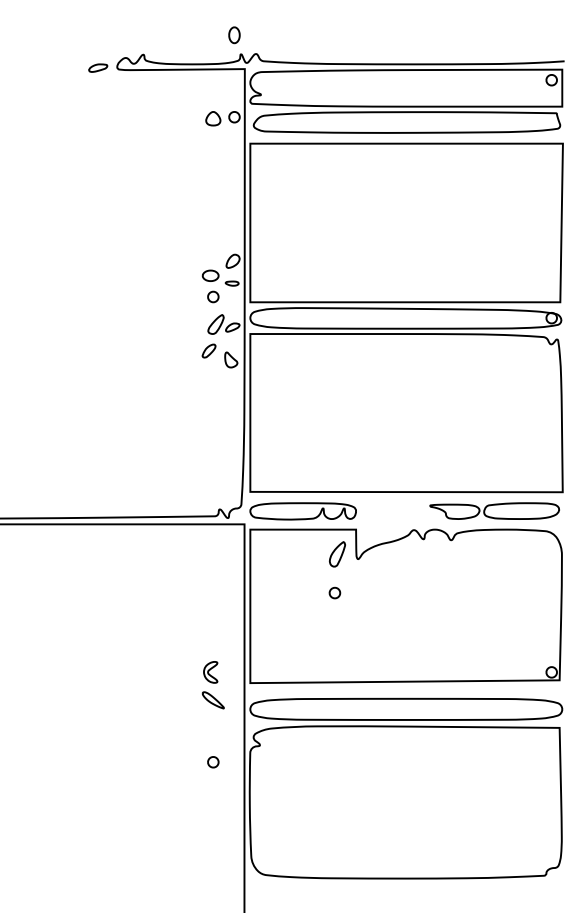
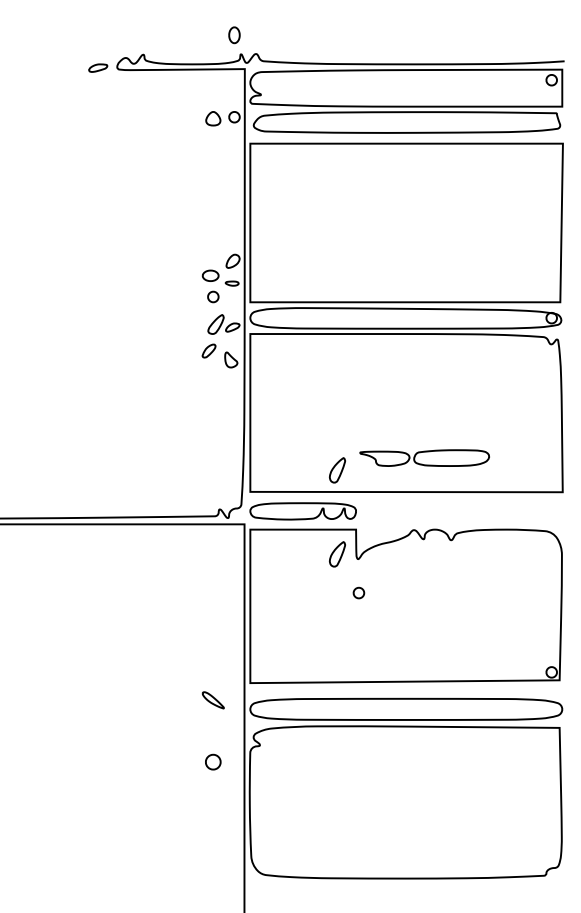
part at (337, 470): none -> present
part at (494, 510) position: (494, 510) -> (424, 457)
part at (334, 592) position: (334, 592) -> (358, 592)
part at (210, 672): present -> none
part at (213, 762) size: 13x13 px -> 17x18 px
